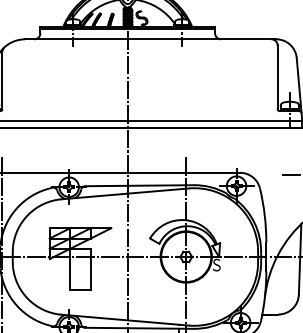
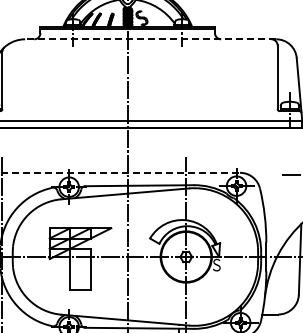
line at (150, 39): solid -> dashed
line at (120, 172): solid -> dashed
